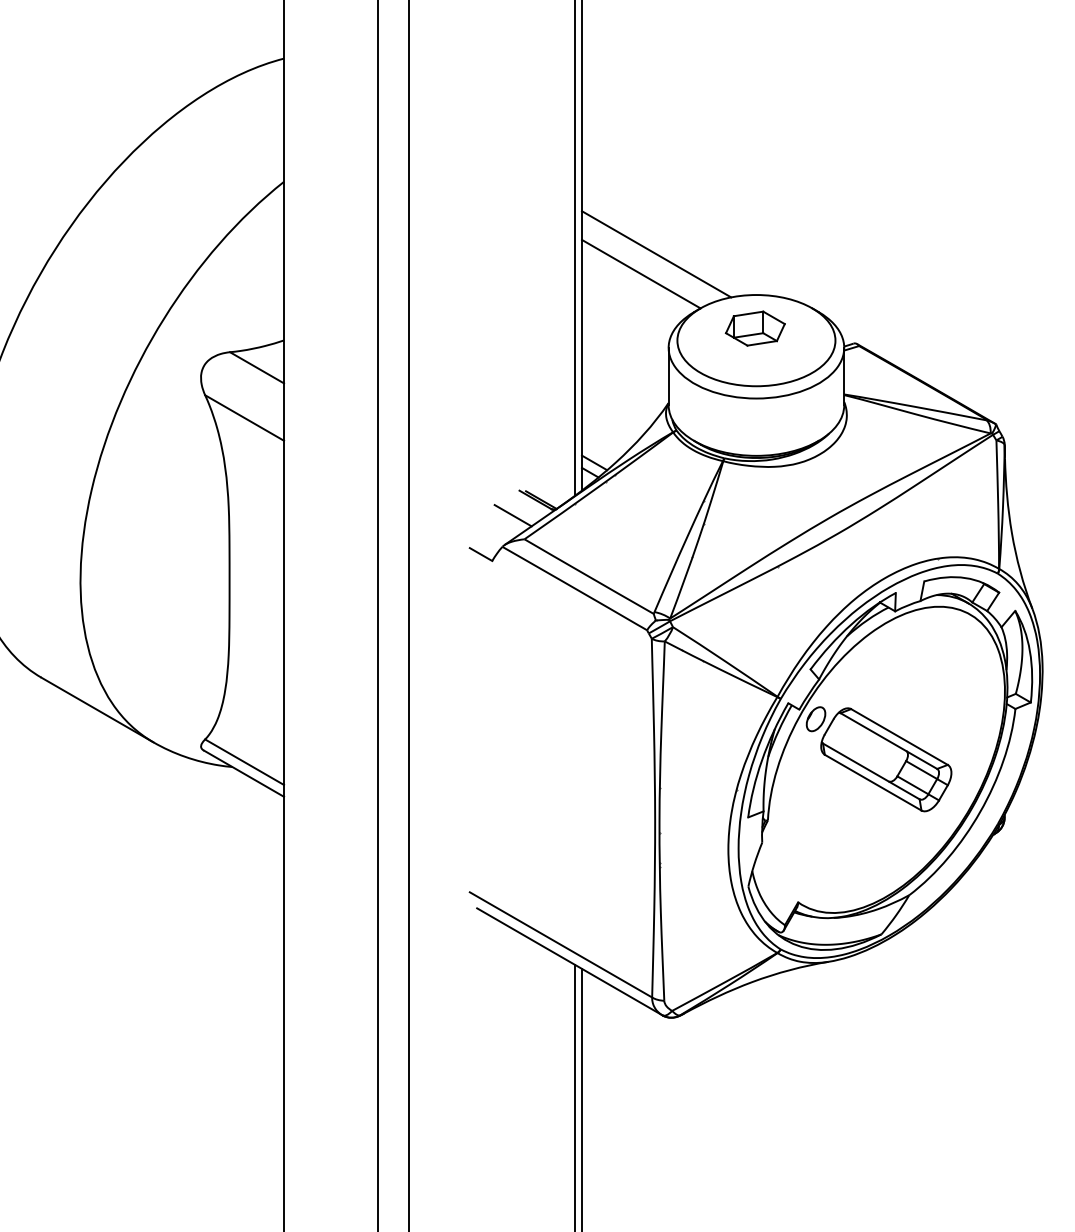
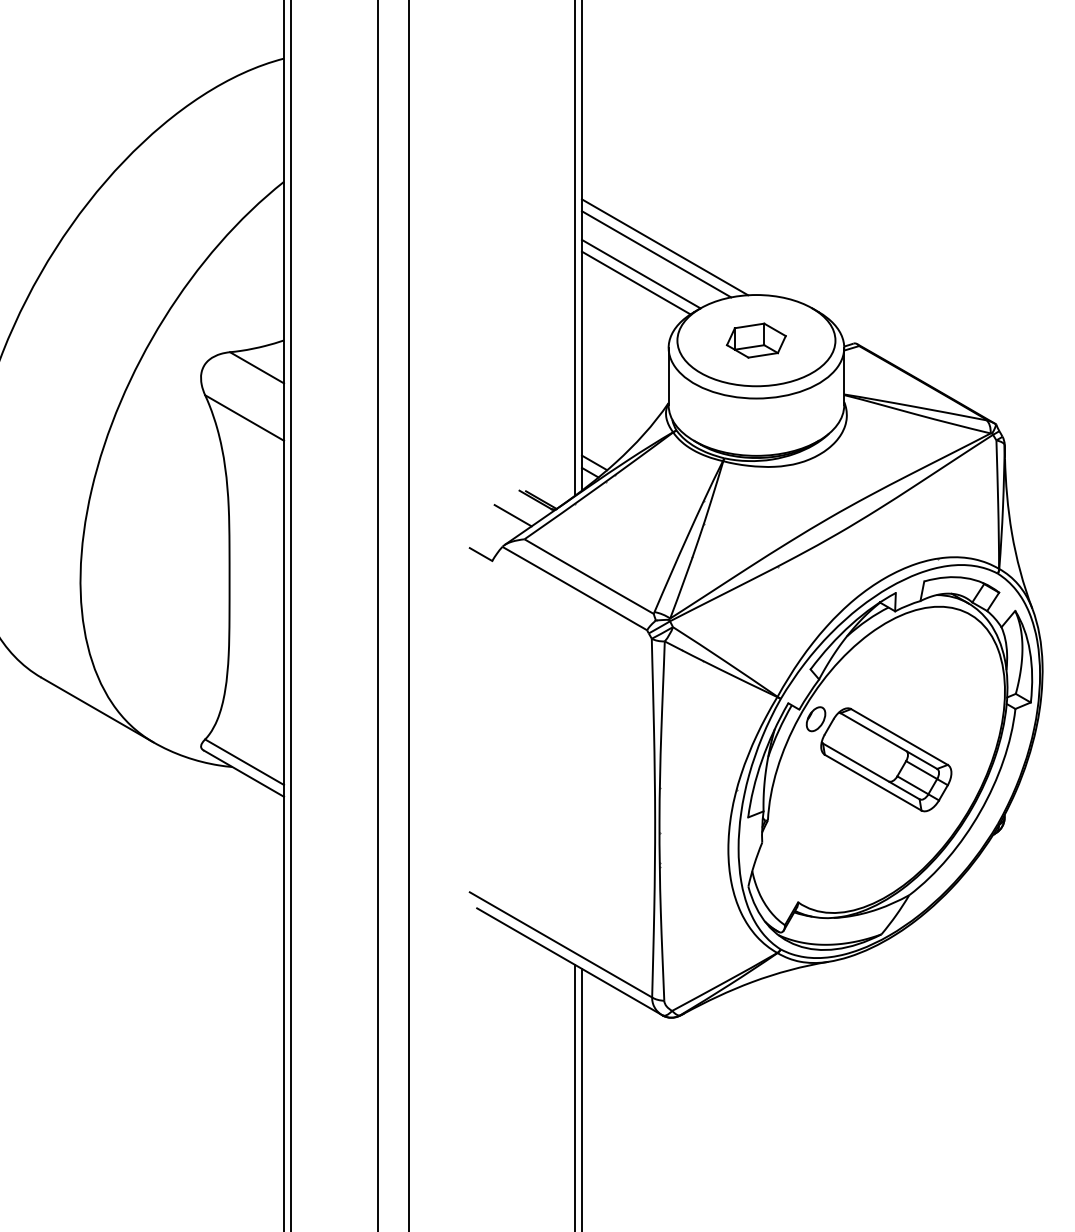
line at (664, 247): none -> present
line at (635, 282): none -> present
part at (754, 328) position: (754, 328) -> (755, 340)
line at (290, 615): none -> present
